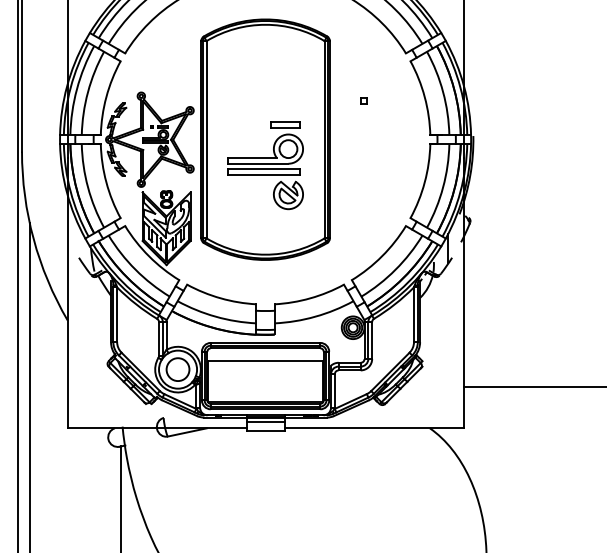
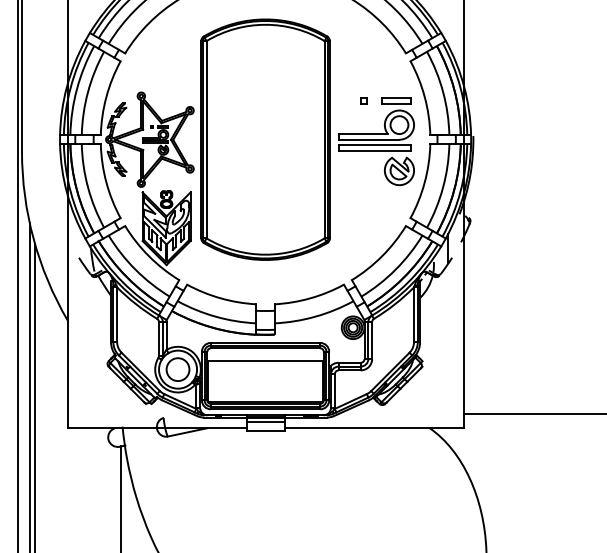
part at (265, 165) position: (265, 165) -> (376, 141)
line at (533, 387) position: (533, 387) -> (533, 414)
line at (35, 397): none -> present
